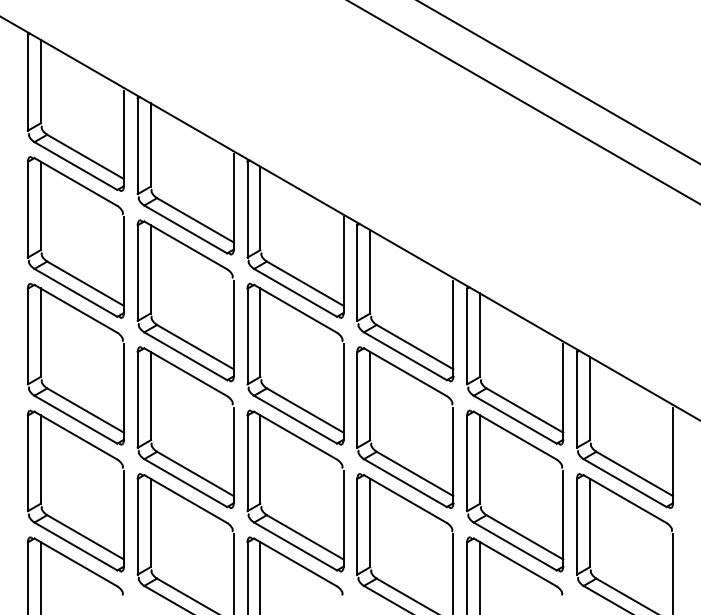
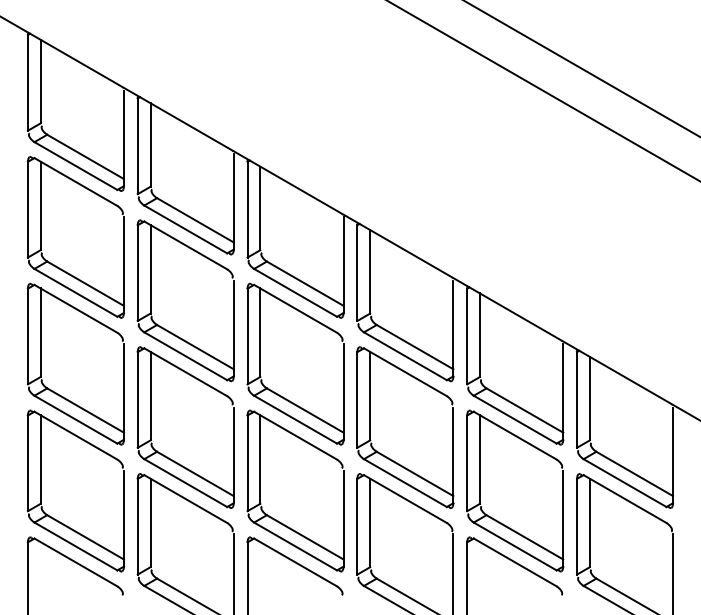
line at (558, 82) position: (558, 82) -> (581, 68)
line at (523, 102) position: (523, 102) -> (543, 91)
line at (40, 576): present -> none
line at (260, 576): present -> none
line at (479, 576): present -> none
